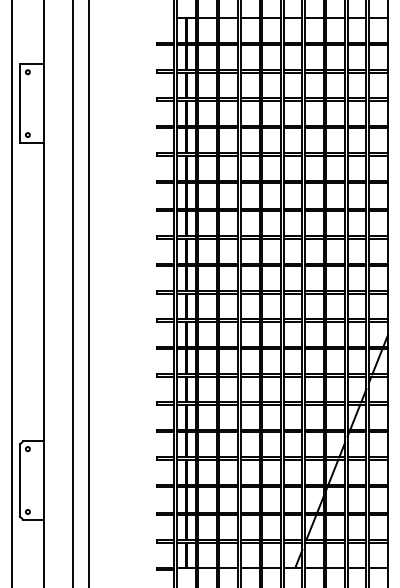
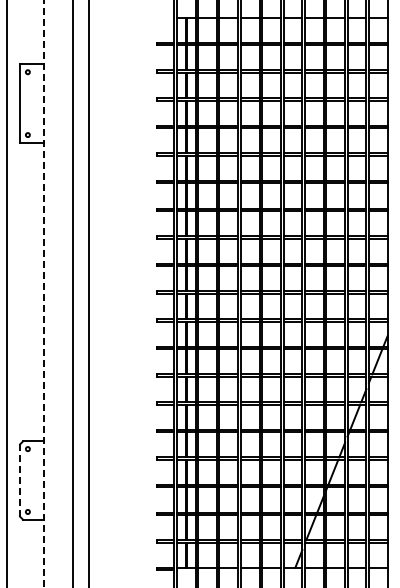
line at (12, 293) position: (12, 293) -> (7, 293)
line at (43, 294): solid -> dashed
line at (20, 481): solid -> dashed
